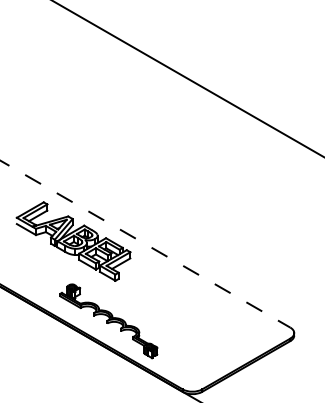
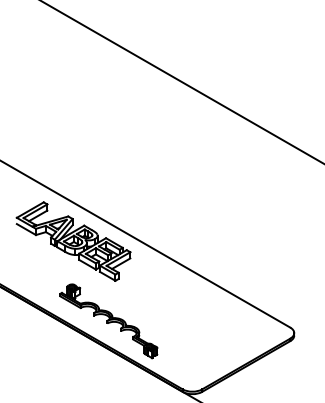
line at (187, 78) position: (187, 78) -> (181, 82)
line at (145, 244): dashed -> solid
